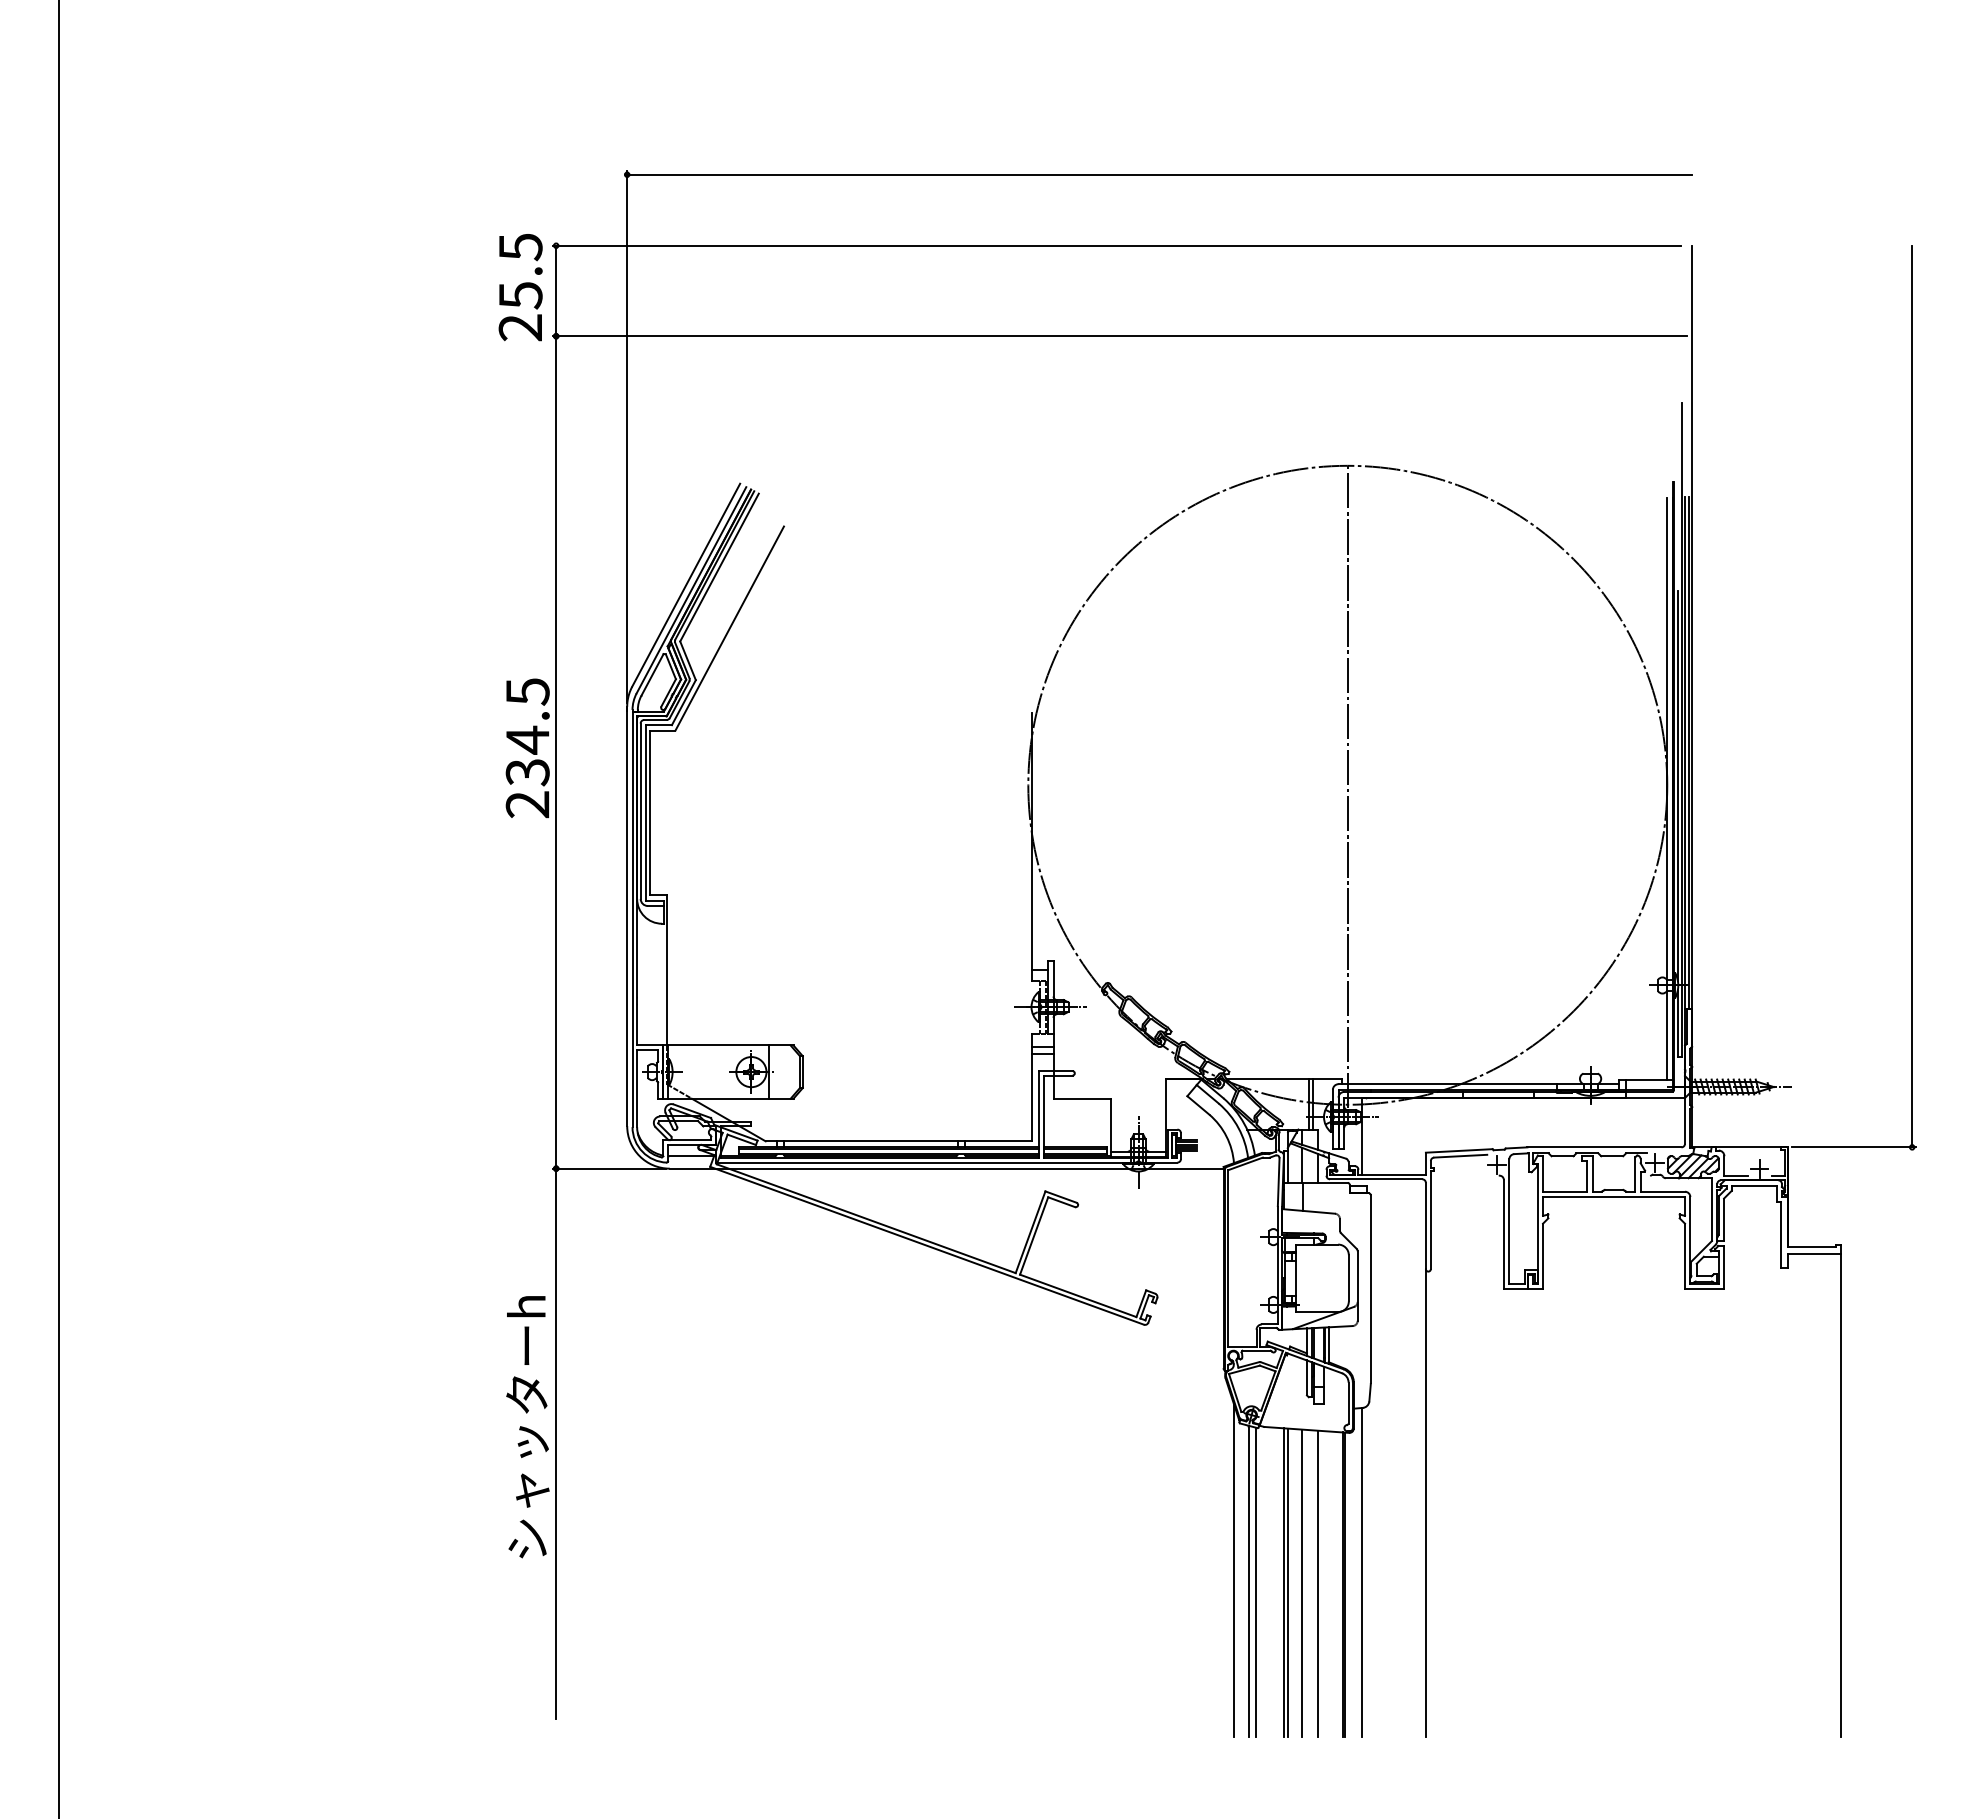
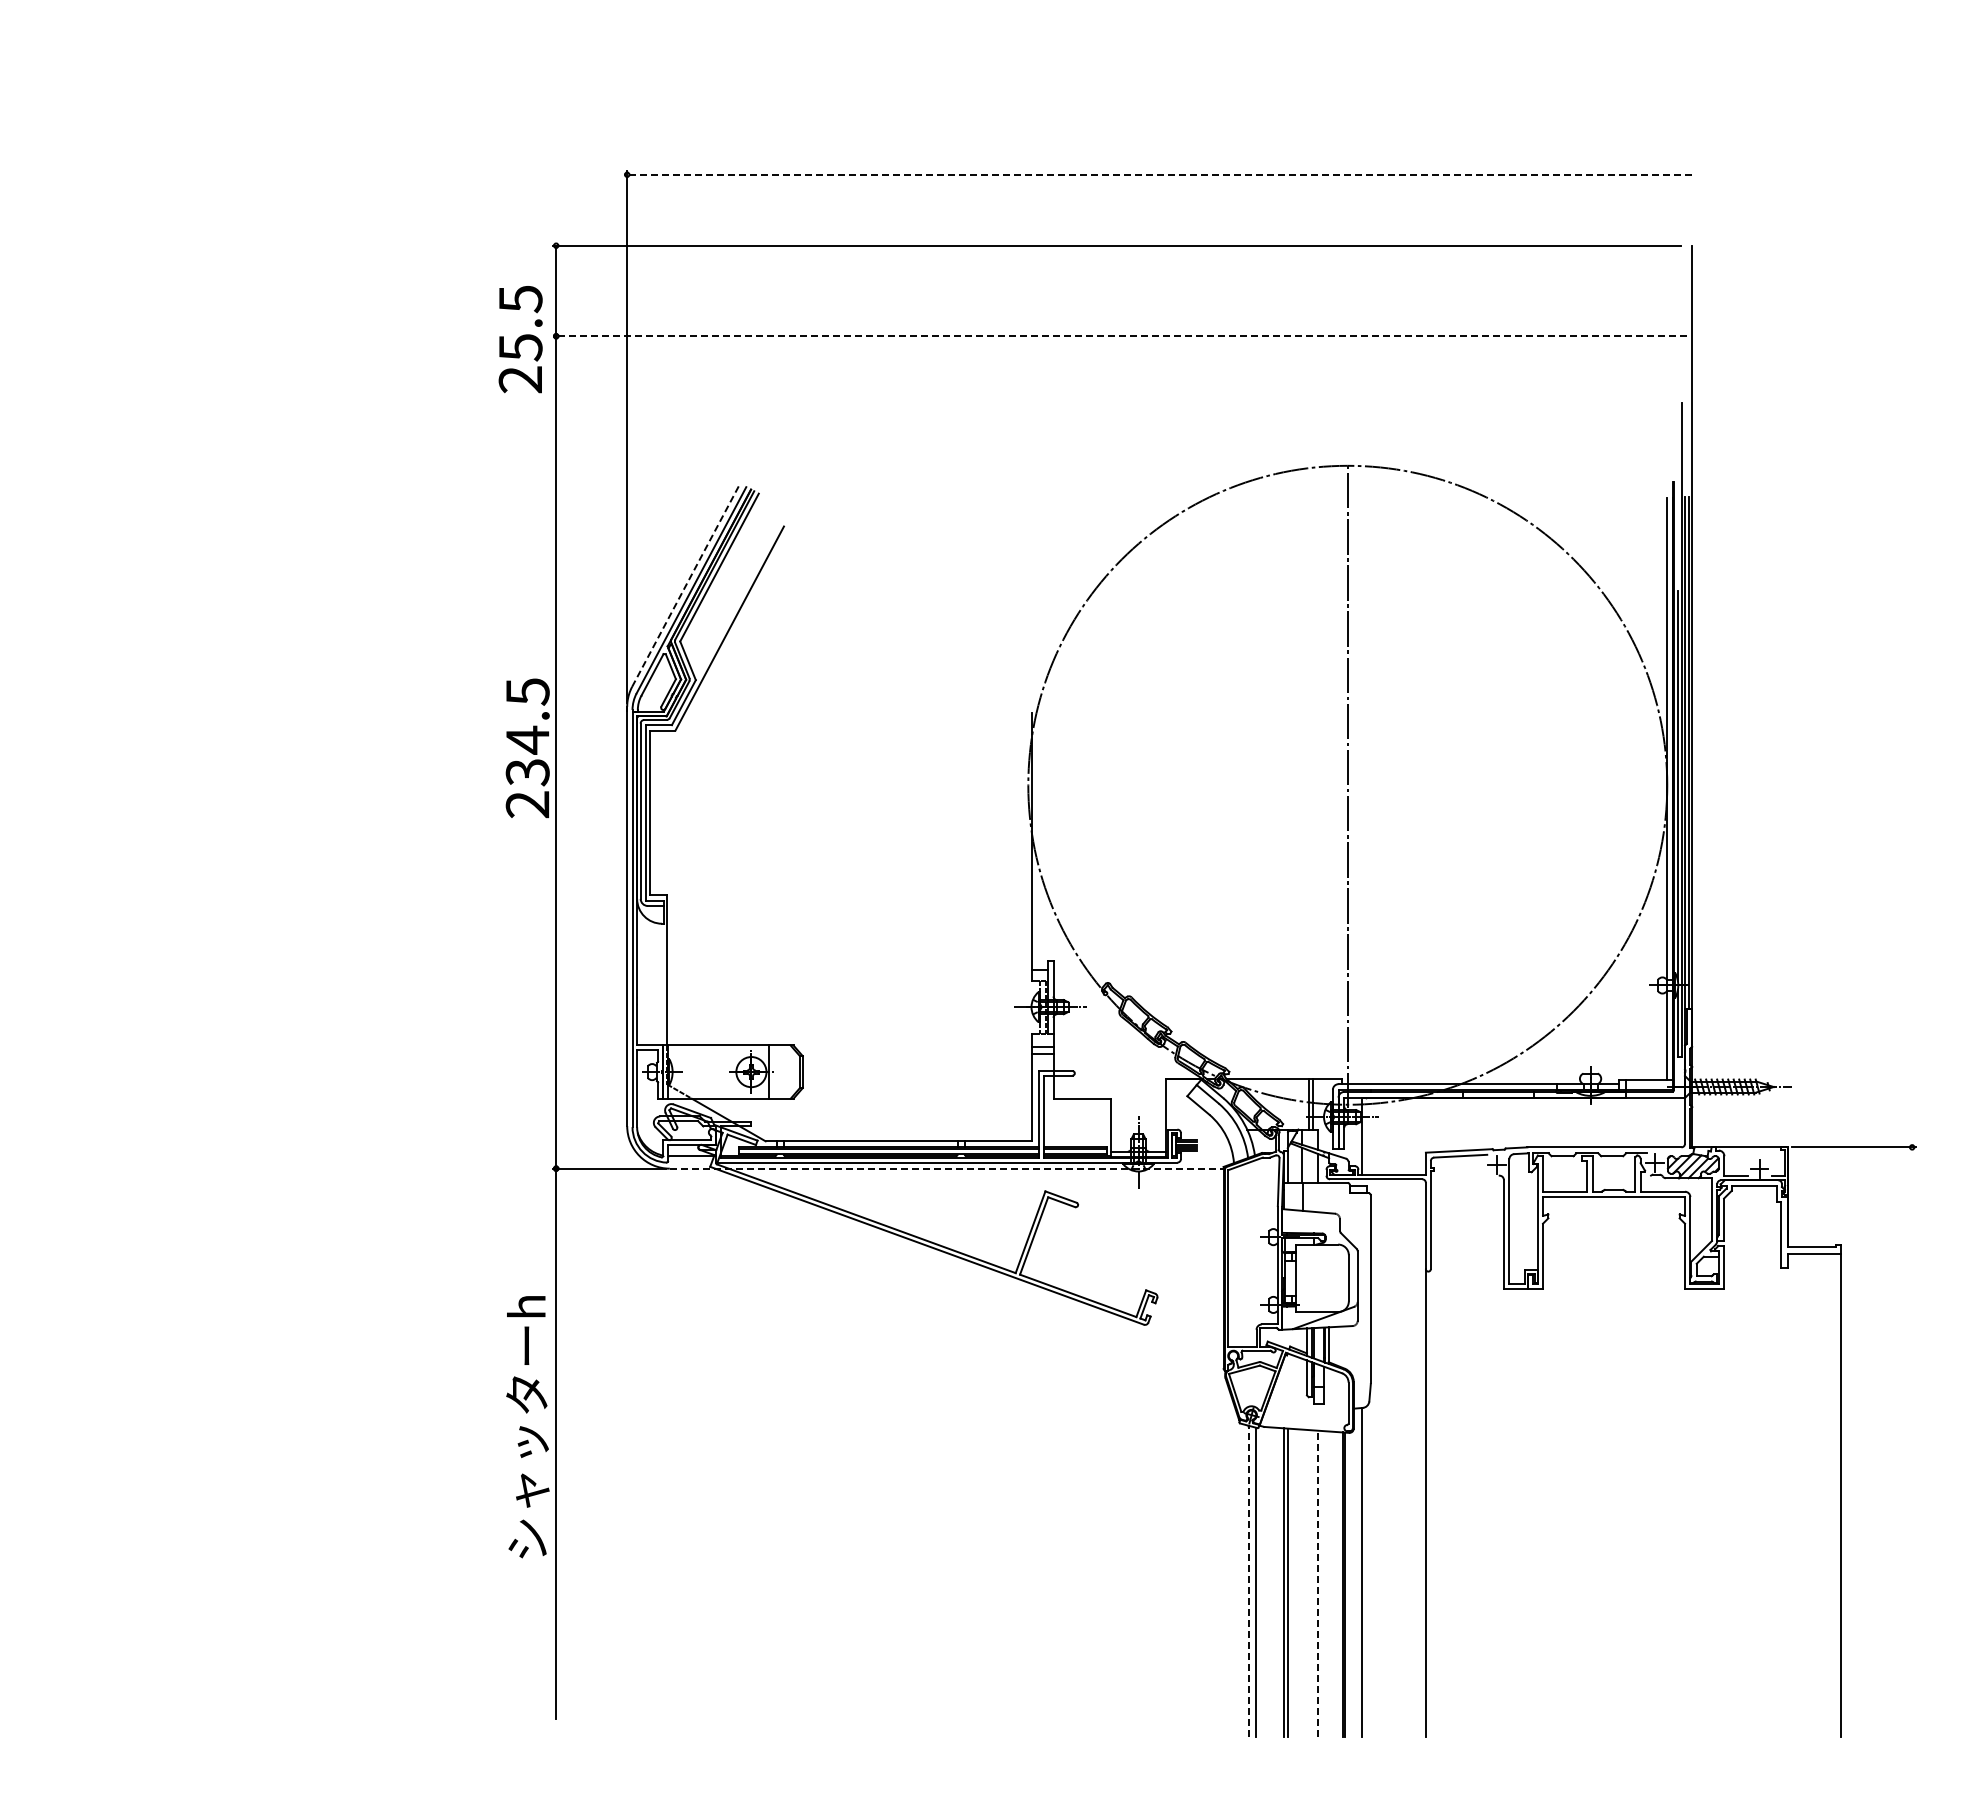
line at (1159, 174): solid -> dashed
text at (520, 287) position: (520, 287) -> (520, 339)
line at (1119, 336): solid -> dashed
line at (686, 584): solid -> dashed
line at (1912, 696): present -> none
line at (59, 908): present -> none
line at (946, 1168): solid -> dashed
line at (1234, 1570): present -> none
line at (1248, 1580): solid -> dashed
line at (1302, 1582): present -> none
line at (1318, 1583): solid -> dashed
